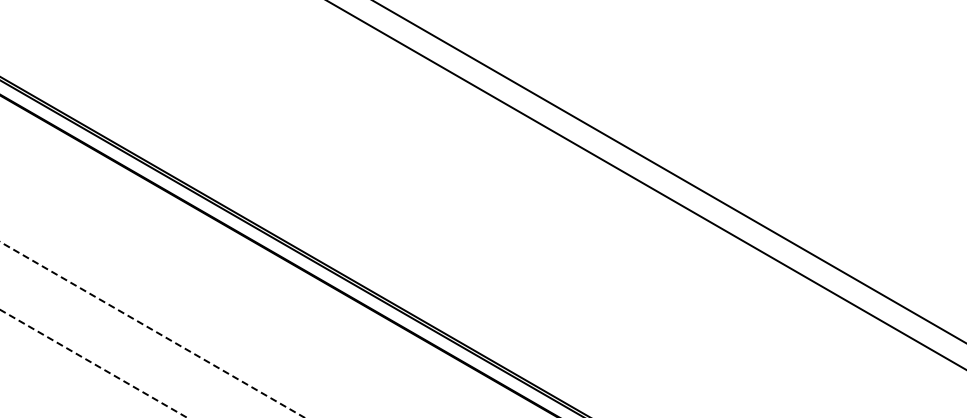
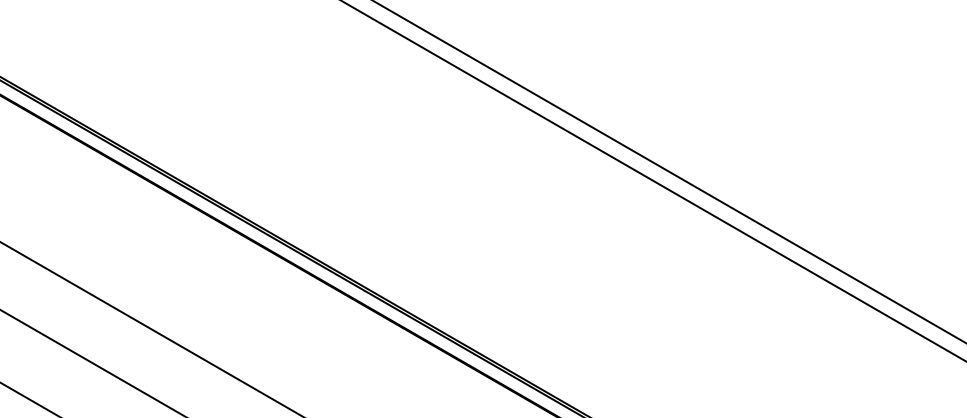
line at (646, 185) position: (646, 185) -> (653, 180)
line at (152, 329): dashed -> solid
line at (93, 363): dashed -> solid
line at (28, 399): none -> present
